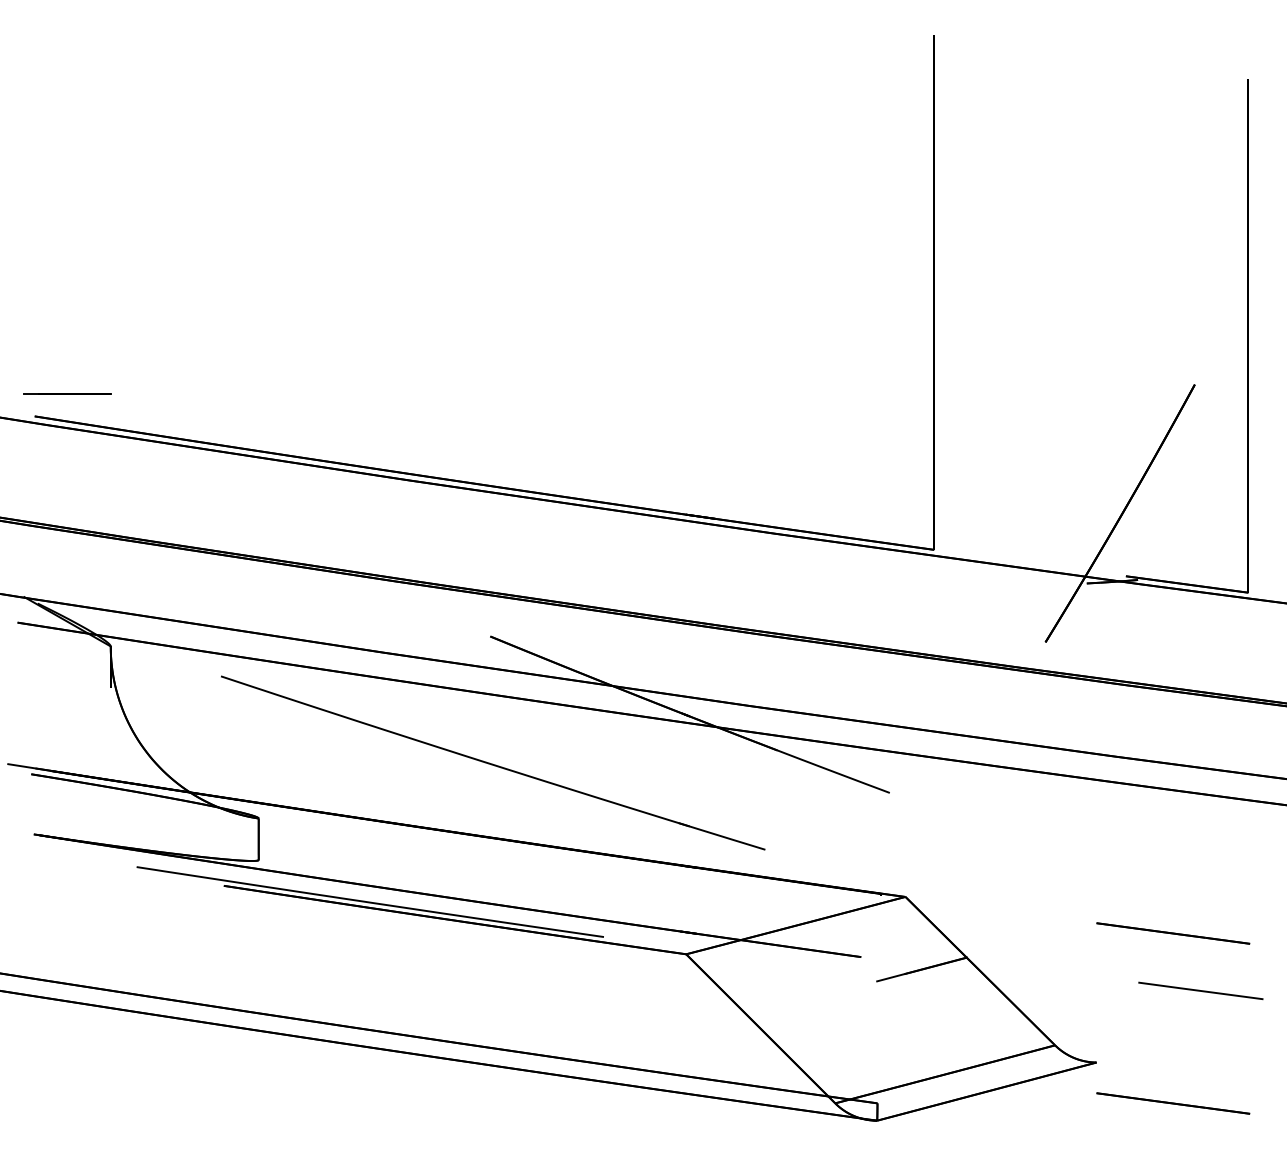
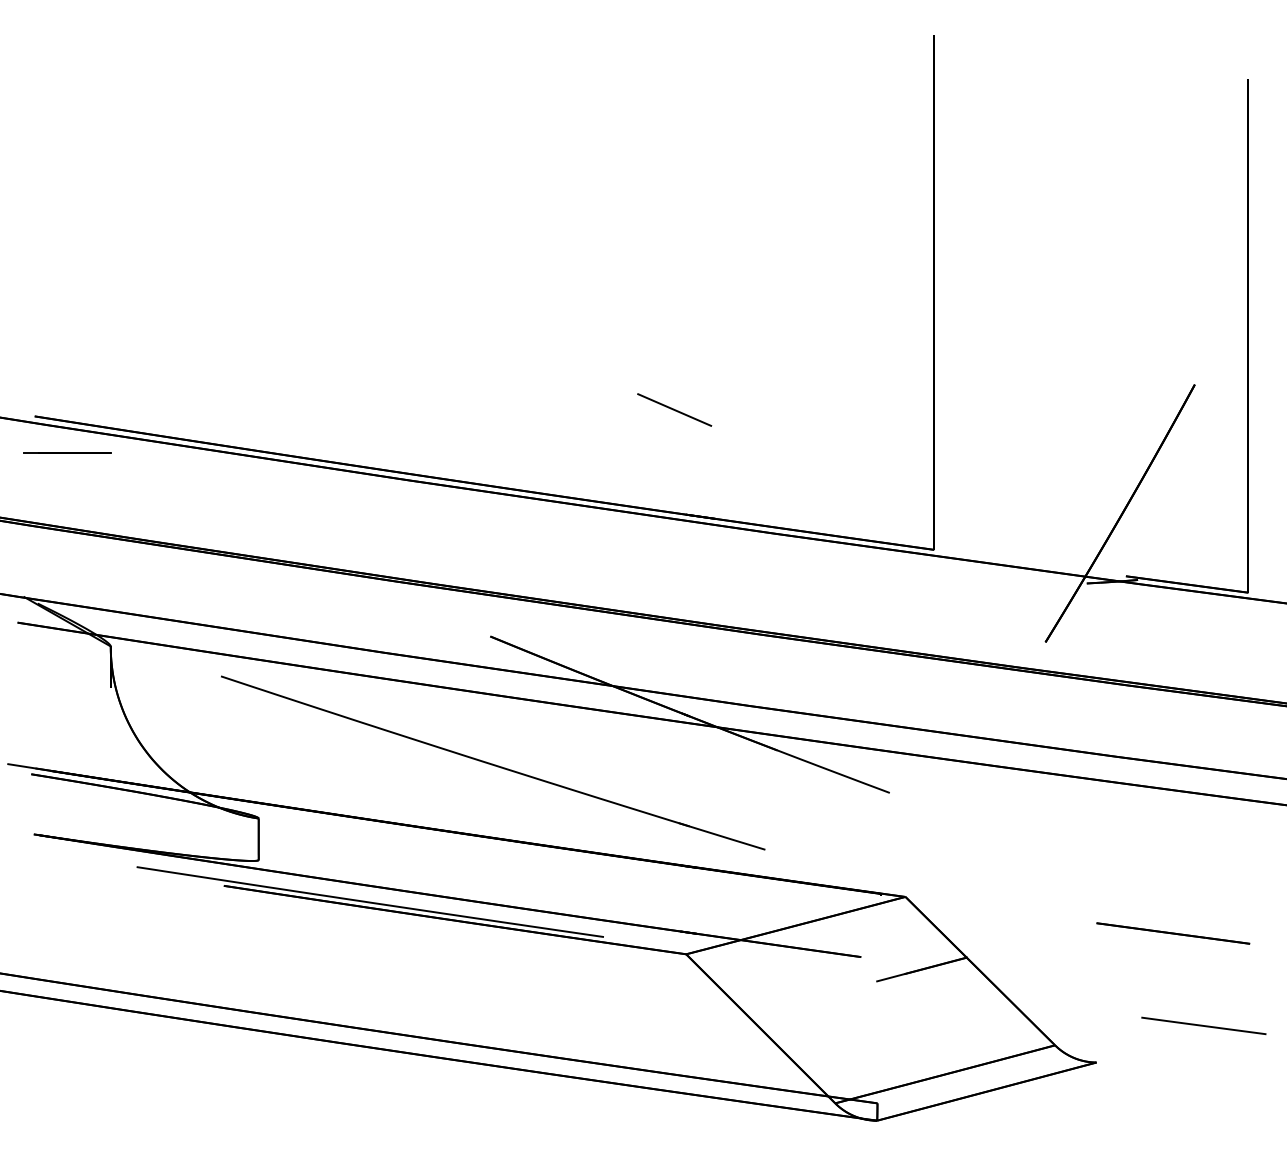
line at (67, 393) position: (67, 393) -> (67, 452)
line at (674, 409): none -> present
line at (1200, 990) position: (1200, 990) -> (1203, 1025)
line at (1173, 1103): present -> none
